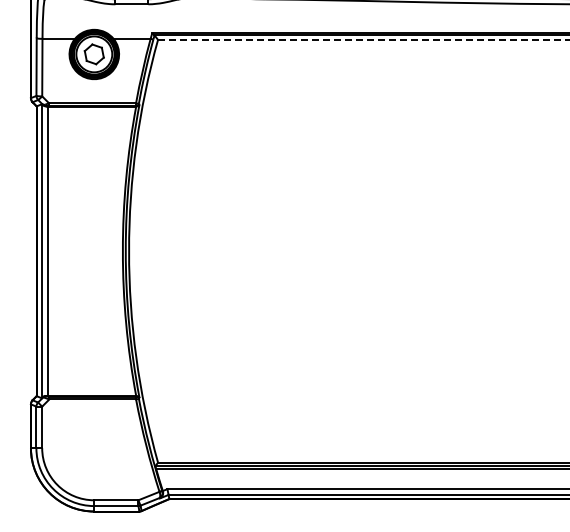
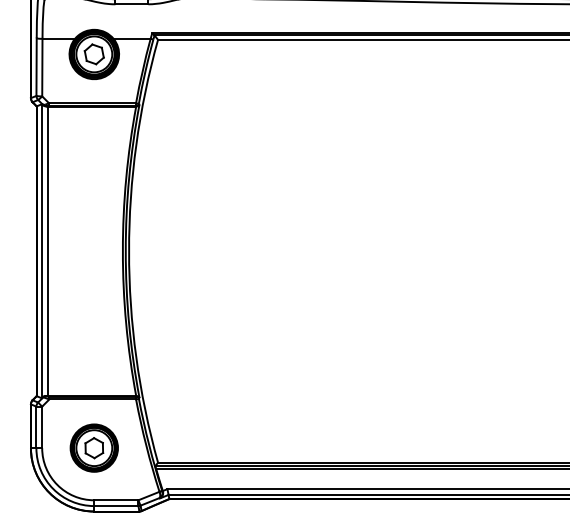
line at (363, 39): dashed -> solid
part at (93, 447): none -> present
